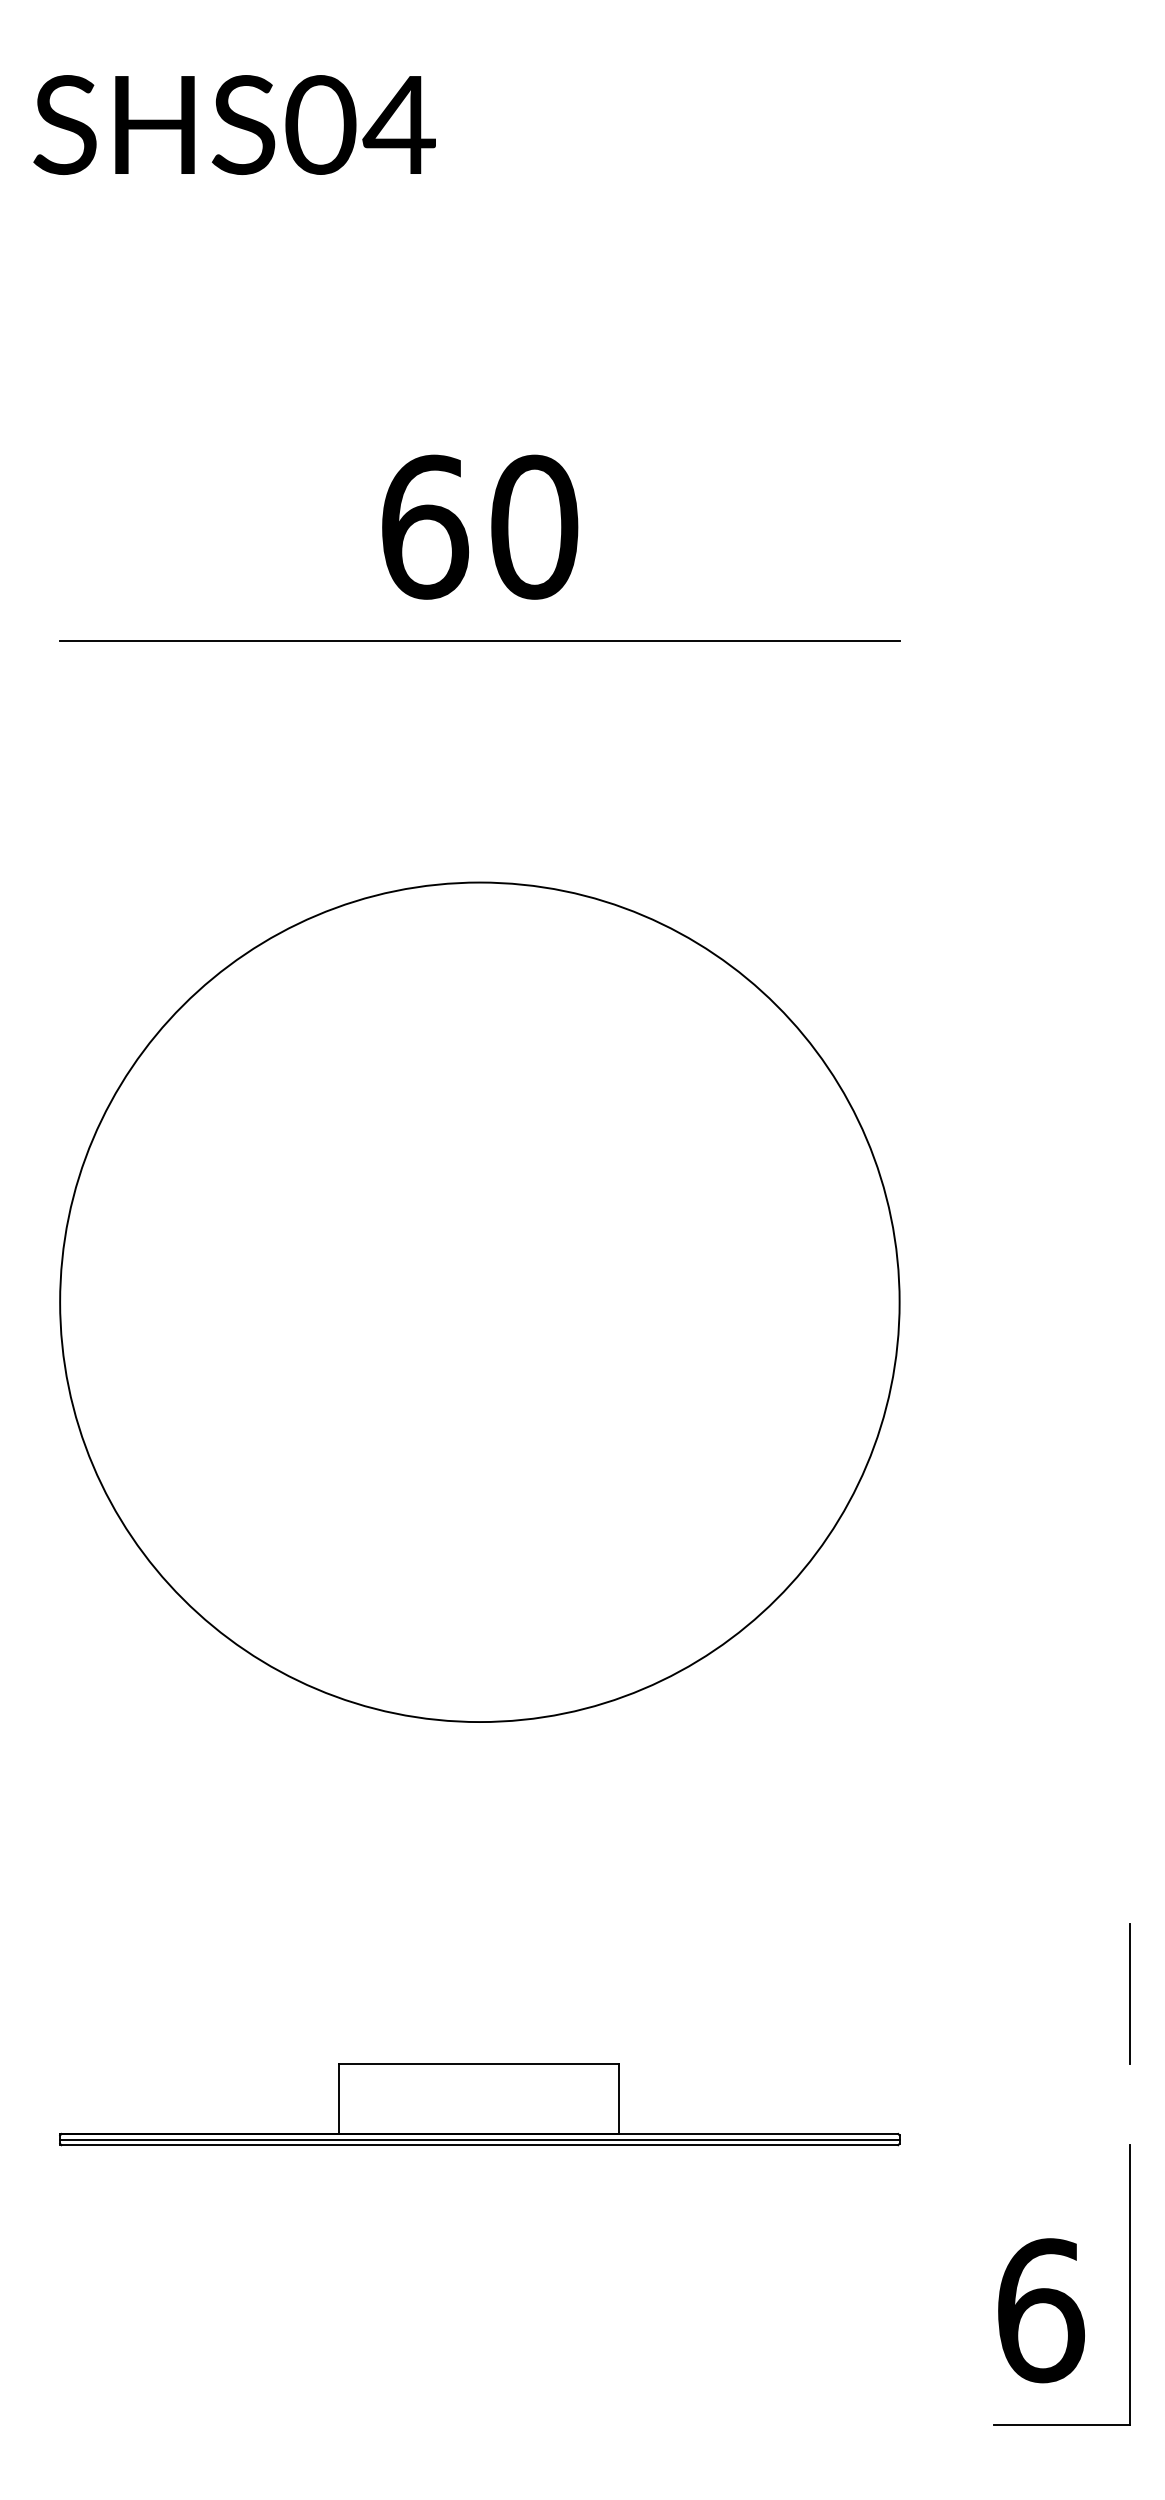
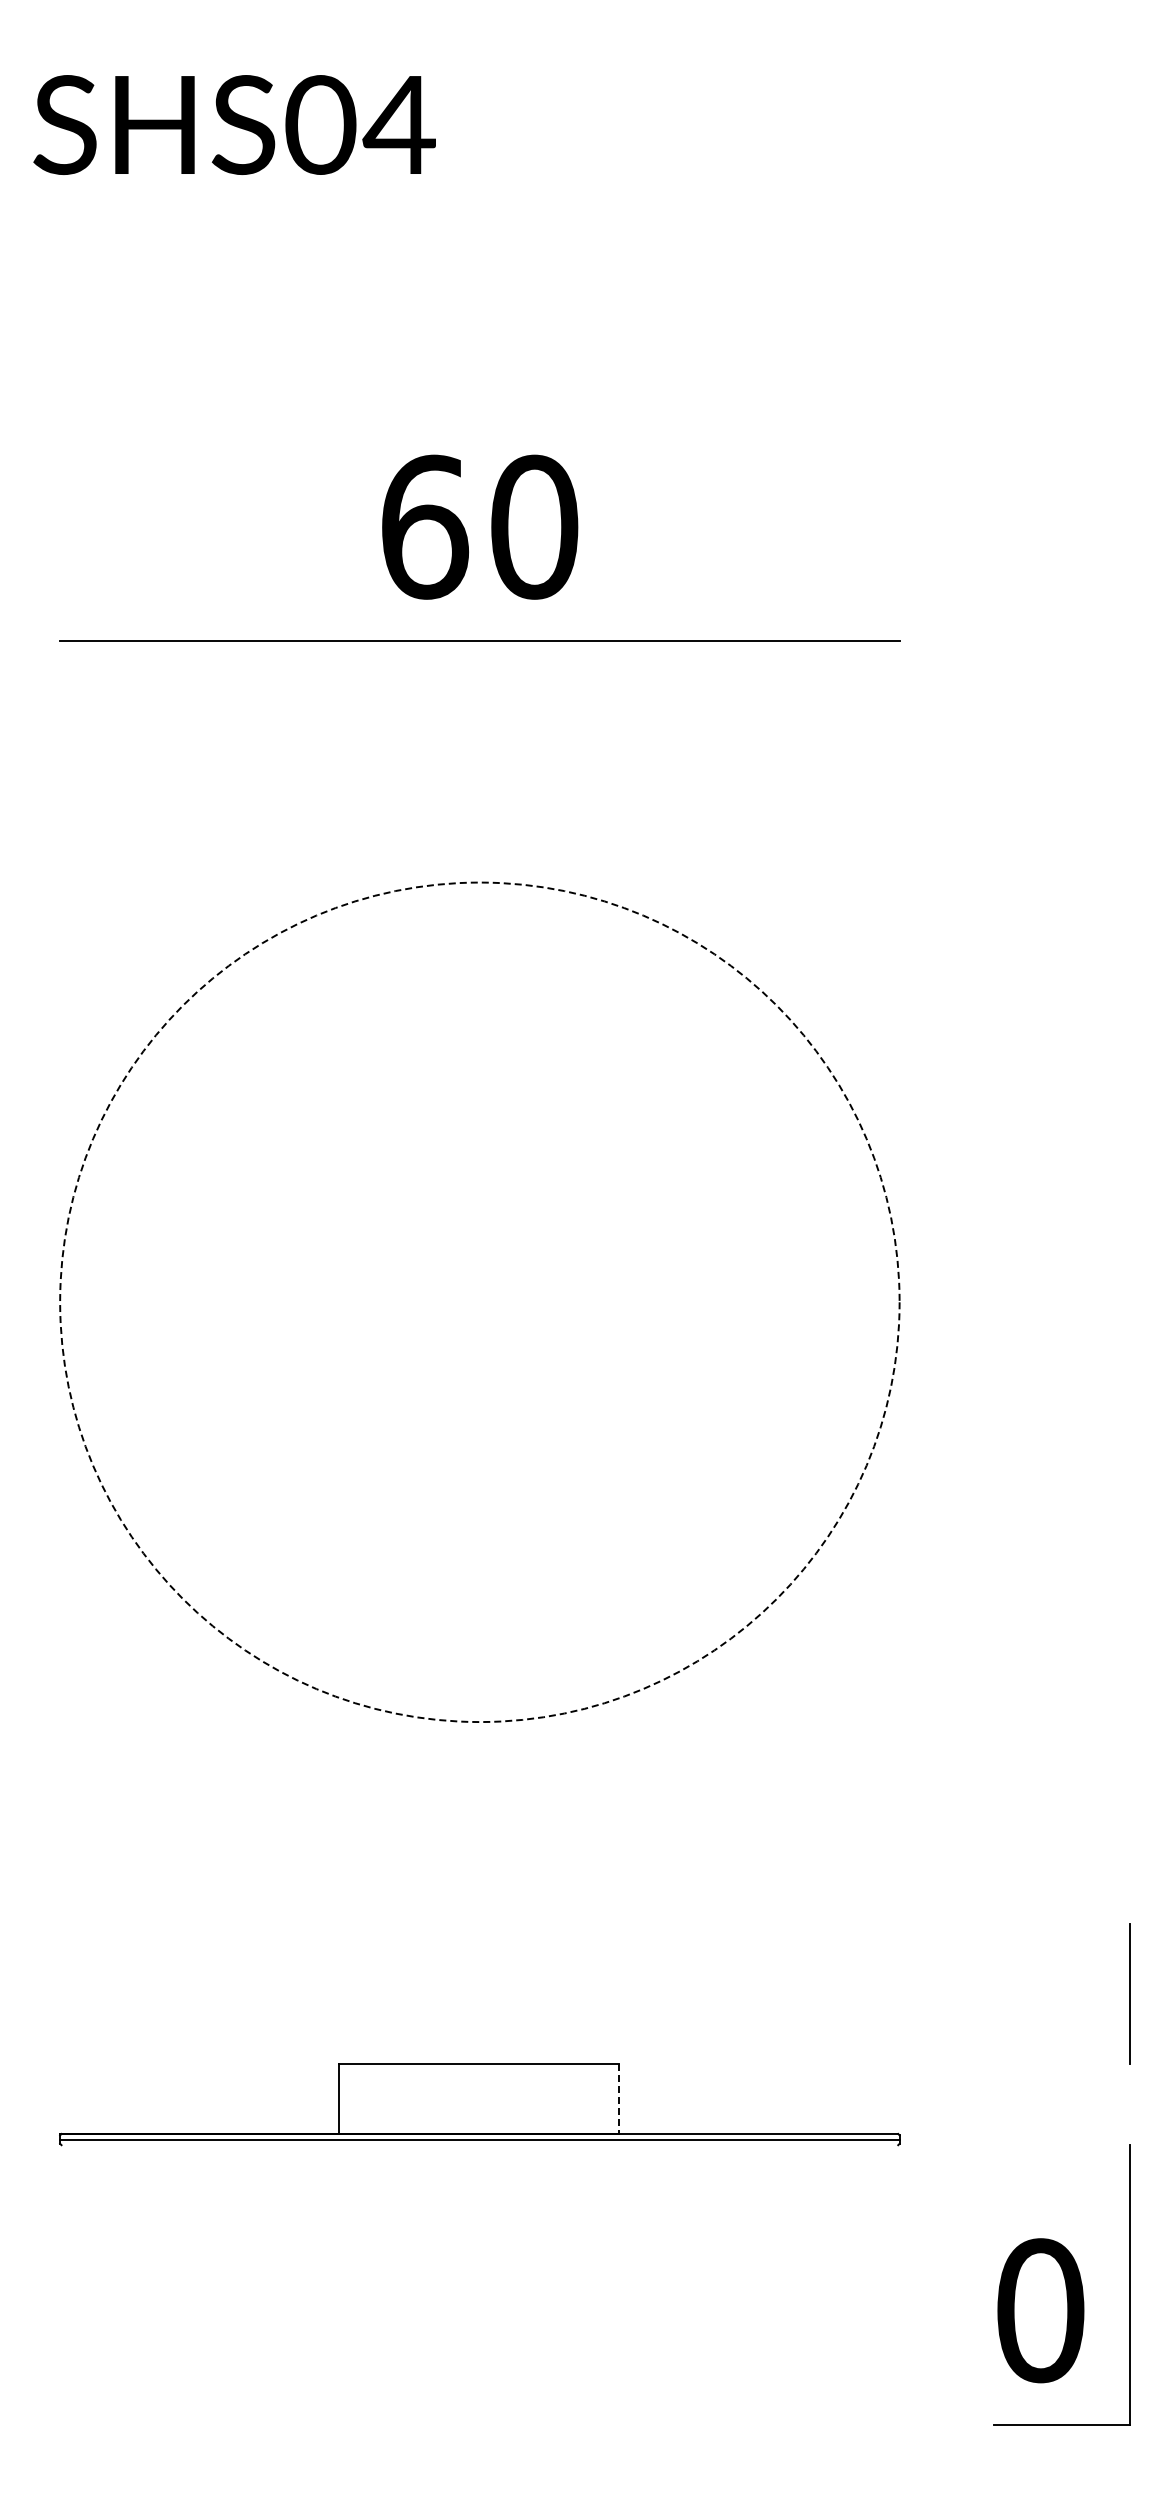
circle at (479, 1302): solid -> dashed
line at (619, 2098): solid -> dashed
line at (479, 2145): present -> none
text at (1040, 2310): 6 -> 0
